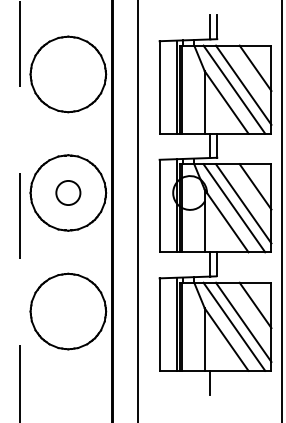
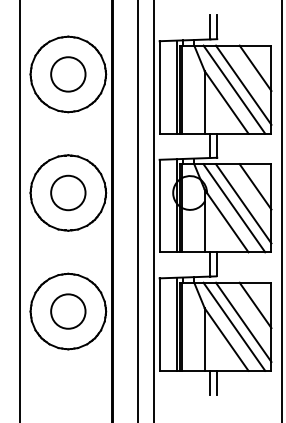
circle at (68, 74): none -> present
circle at (68, 192) size: 27x26 px -> 37x38 px
line at (153, 210): none -> present
line at (20, 211): dashed -> solid
circle at (68, 311): none -> present
line at (217, 382): none -> present
